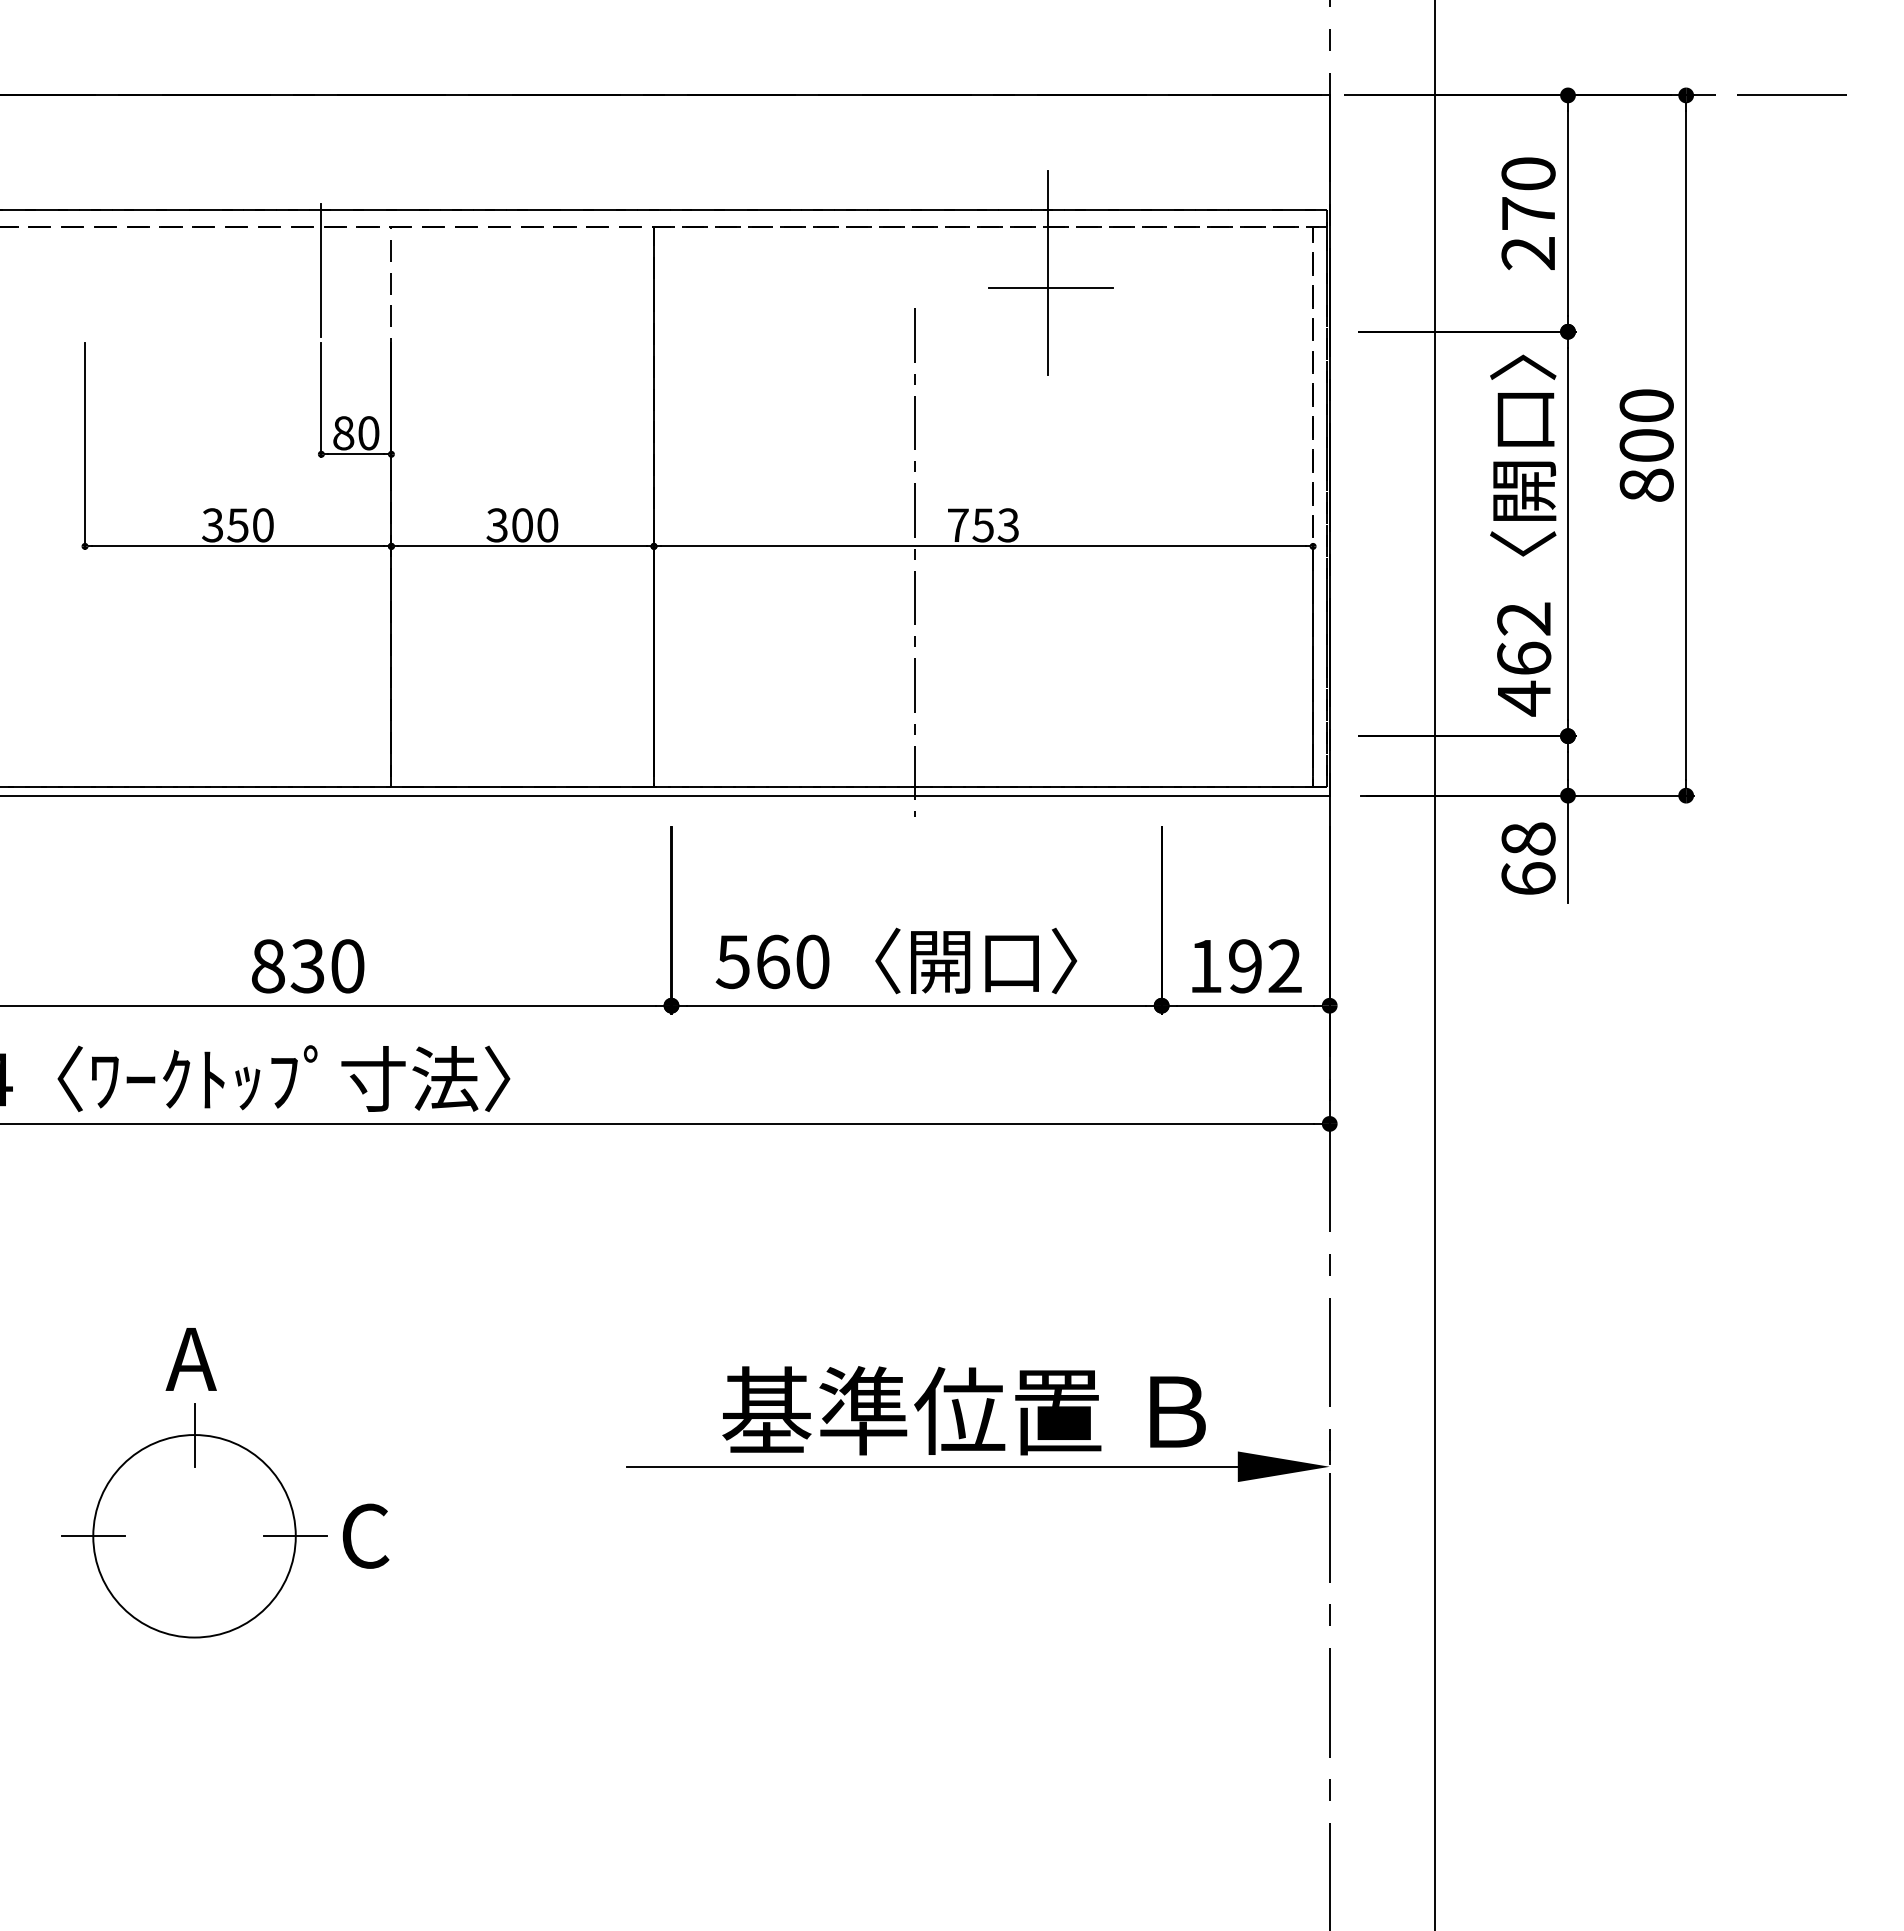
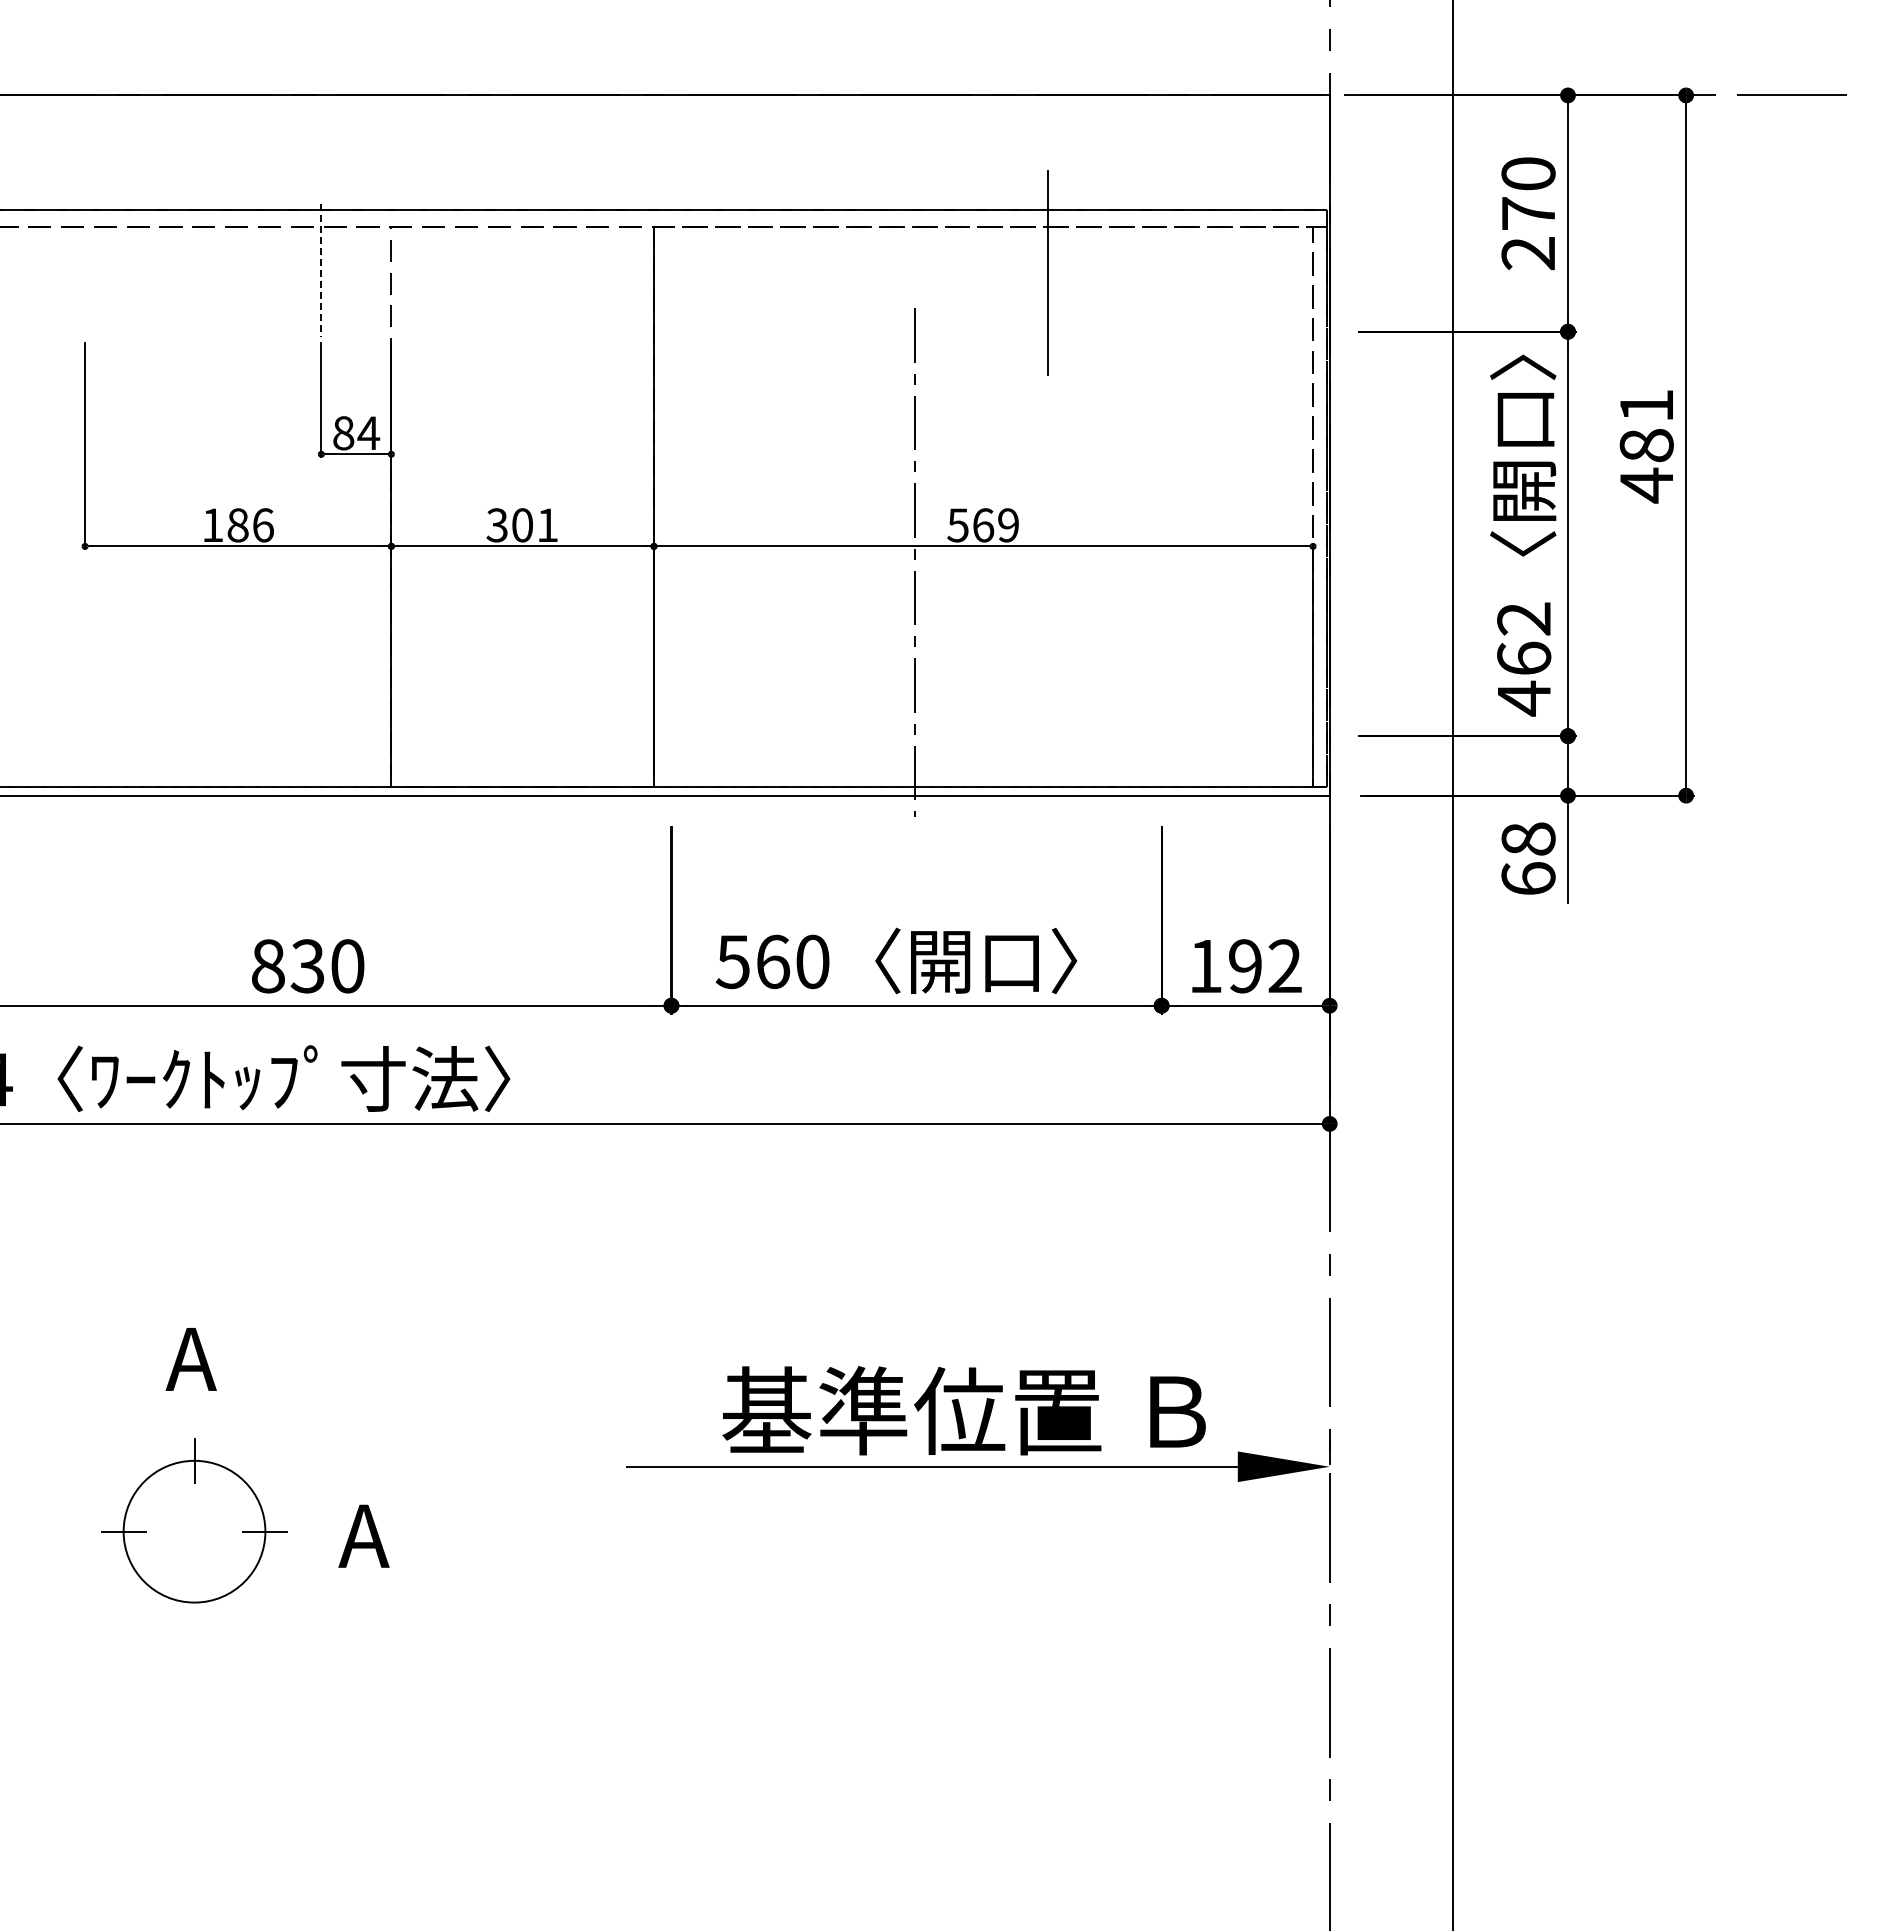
line at (321, 270): solid -> dashed
line at (1051, 287): present -> none
text at (368, 433): 80 -> 84
text at (1646, 446): 800 -> 481
text at (237, 525): 350 -> 186
text at (547, 525): 300 -> 301
text at (982, 525): 753 -> 569
line at (1434, 964) position: (1434, 964) -> (1452, 964)
part at (194, 1520) size: 267x236 px -> 187x166 px
text at (363, 1535): C -> A
